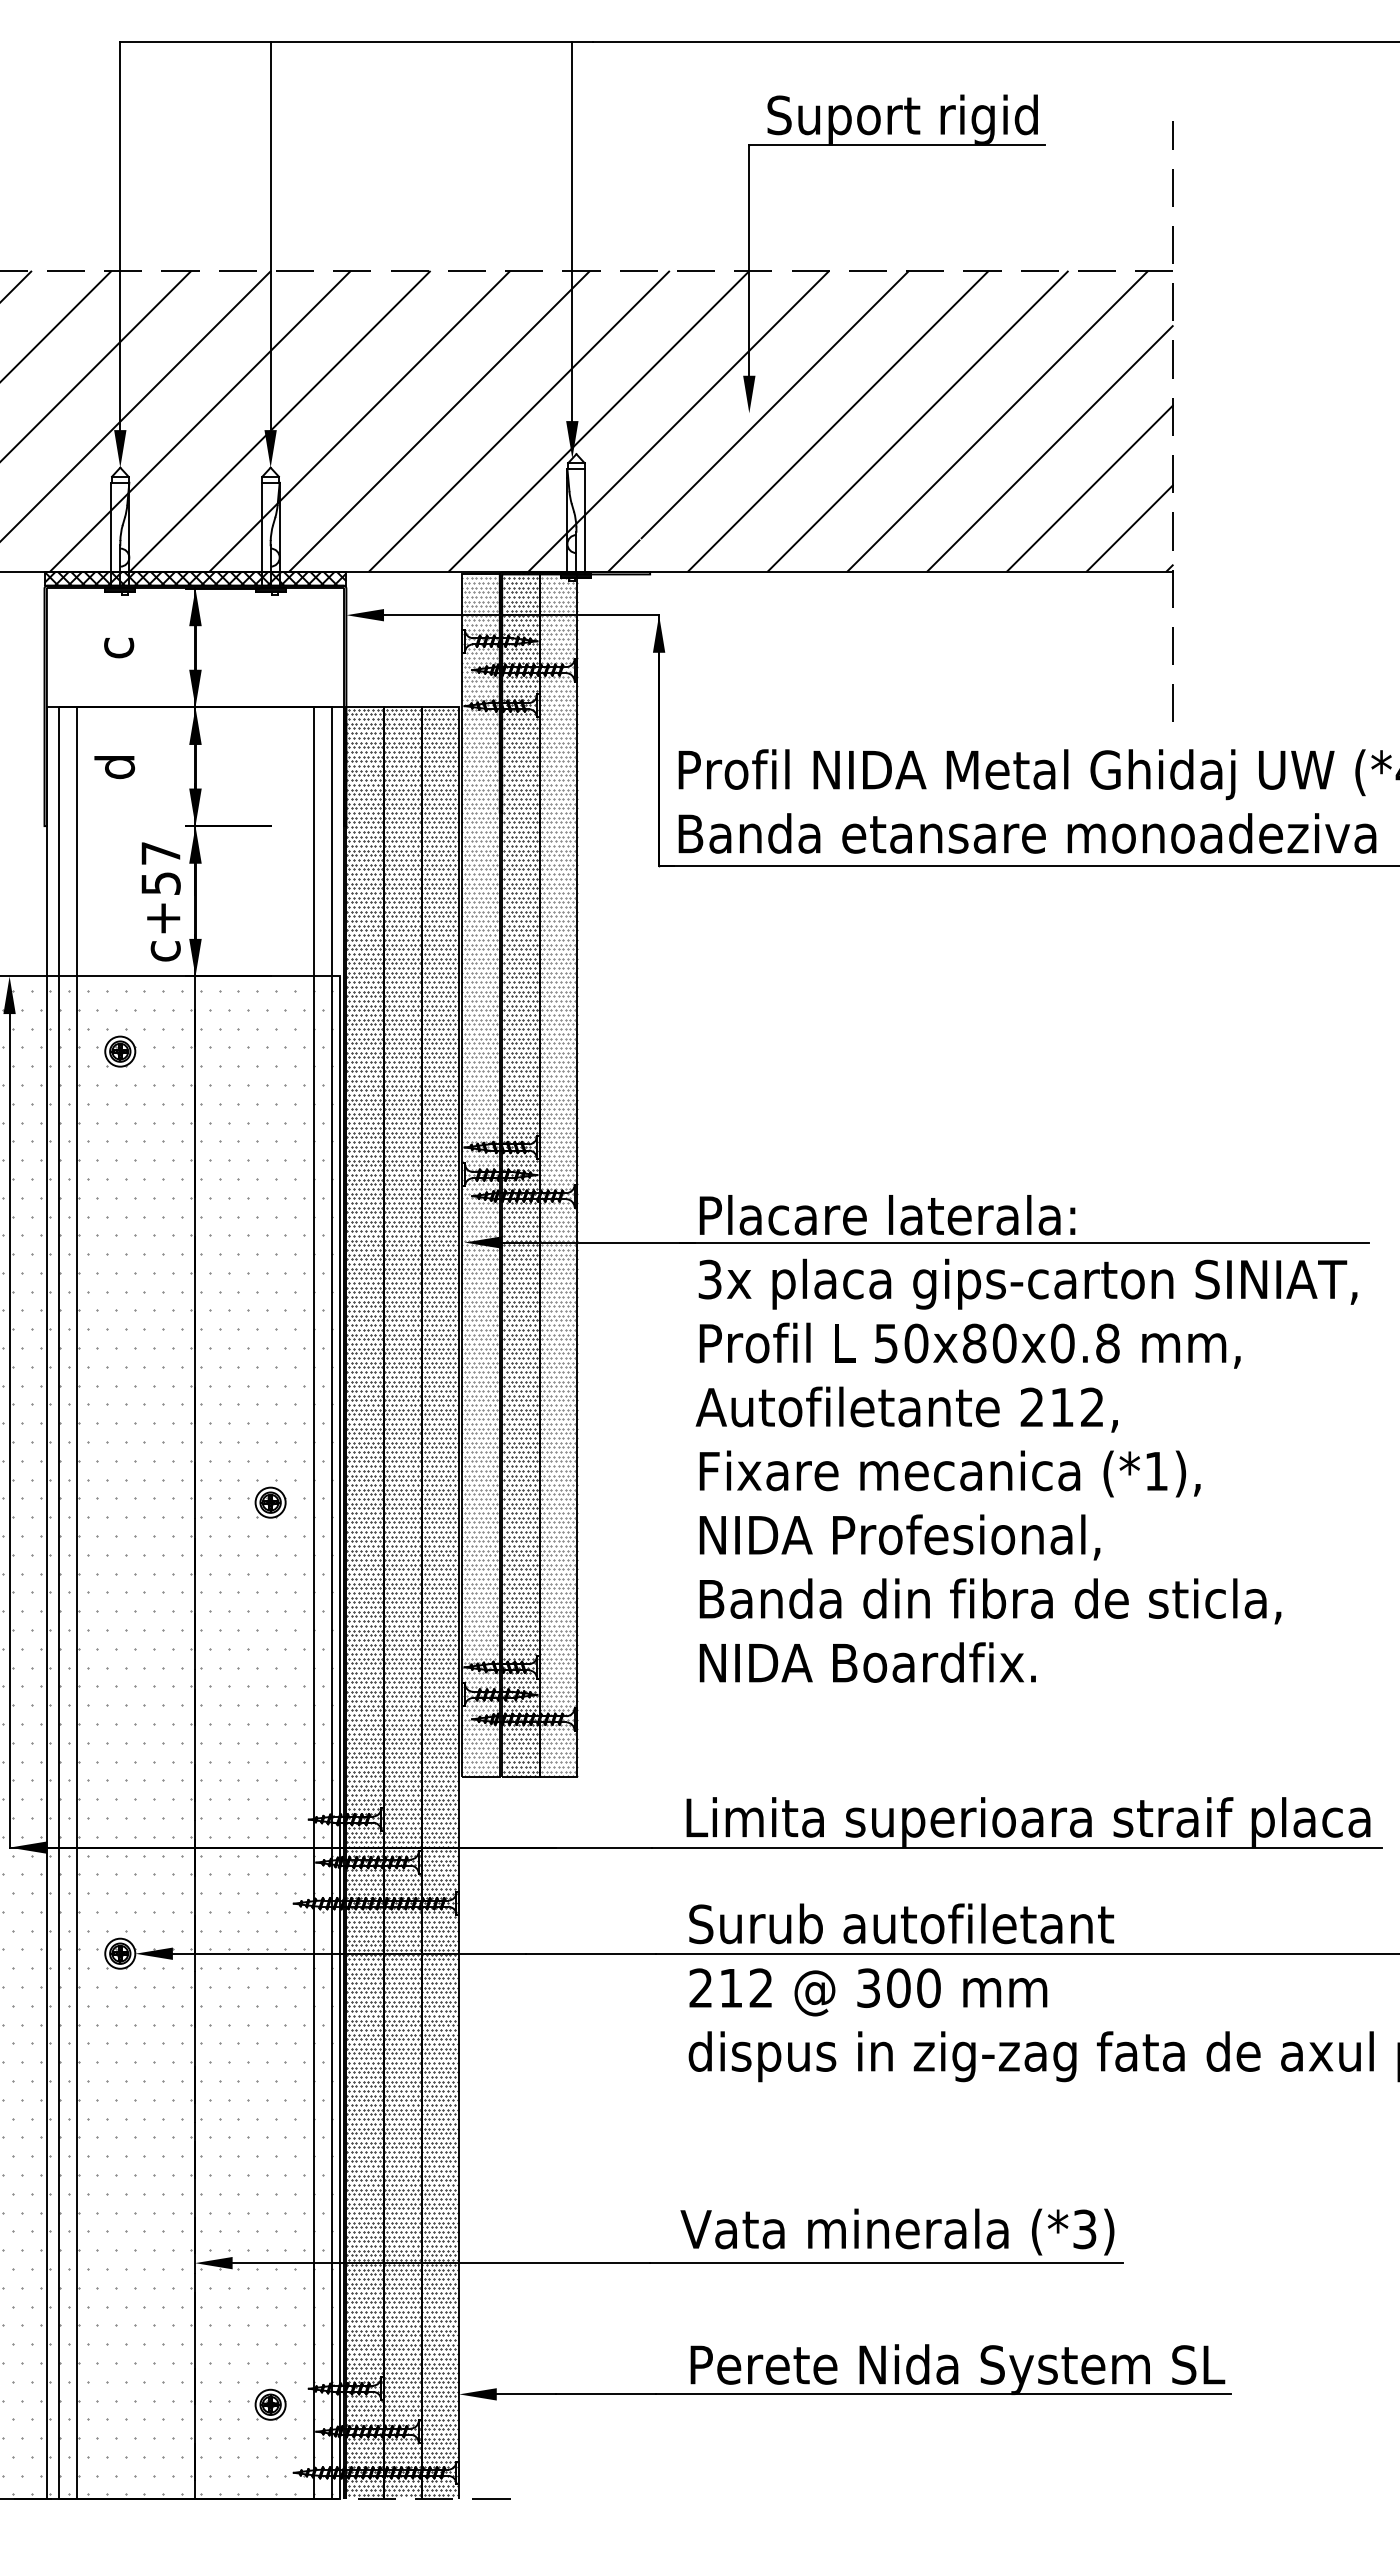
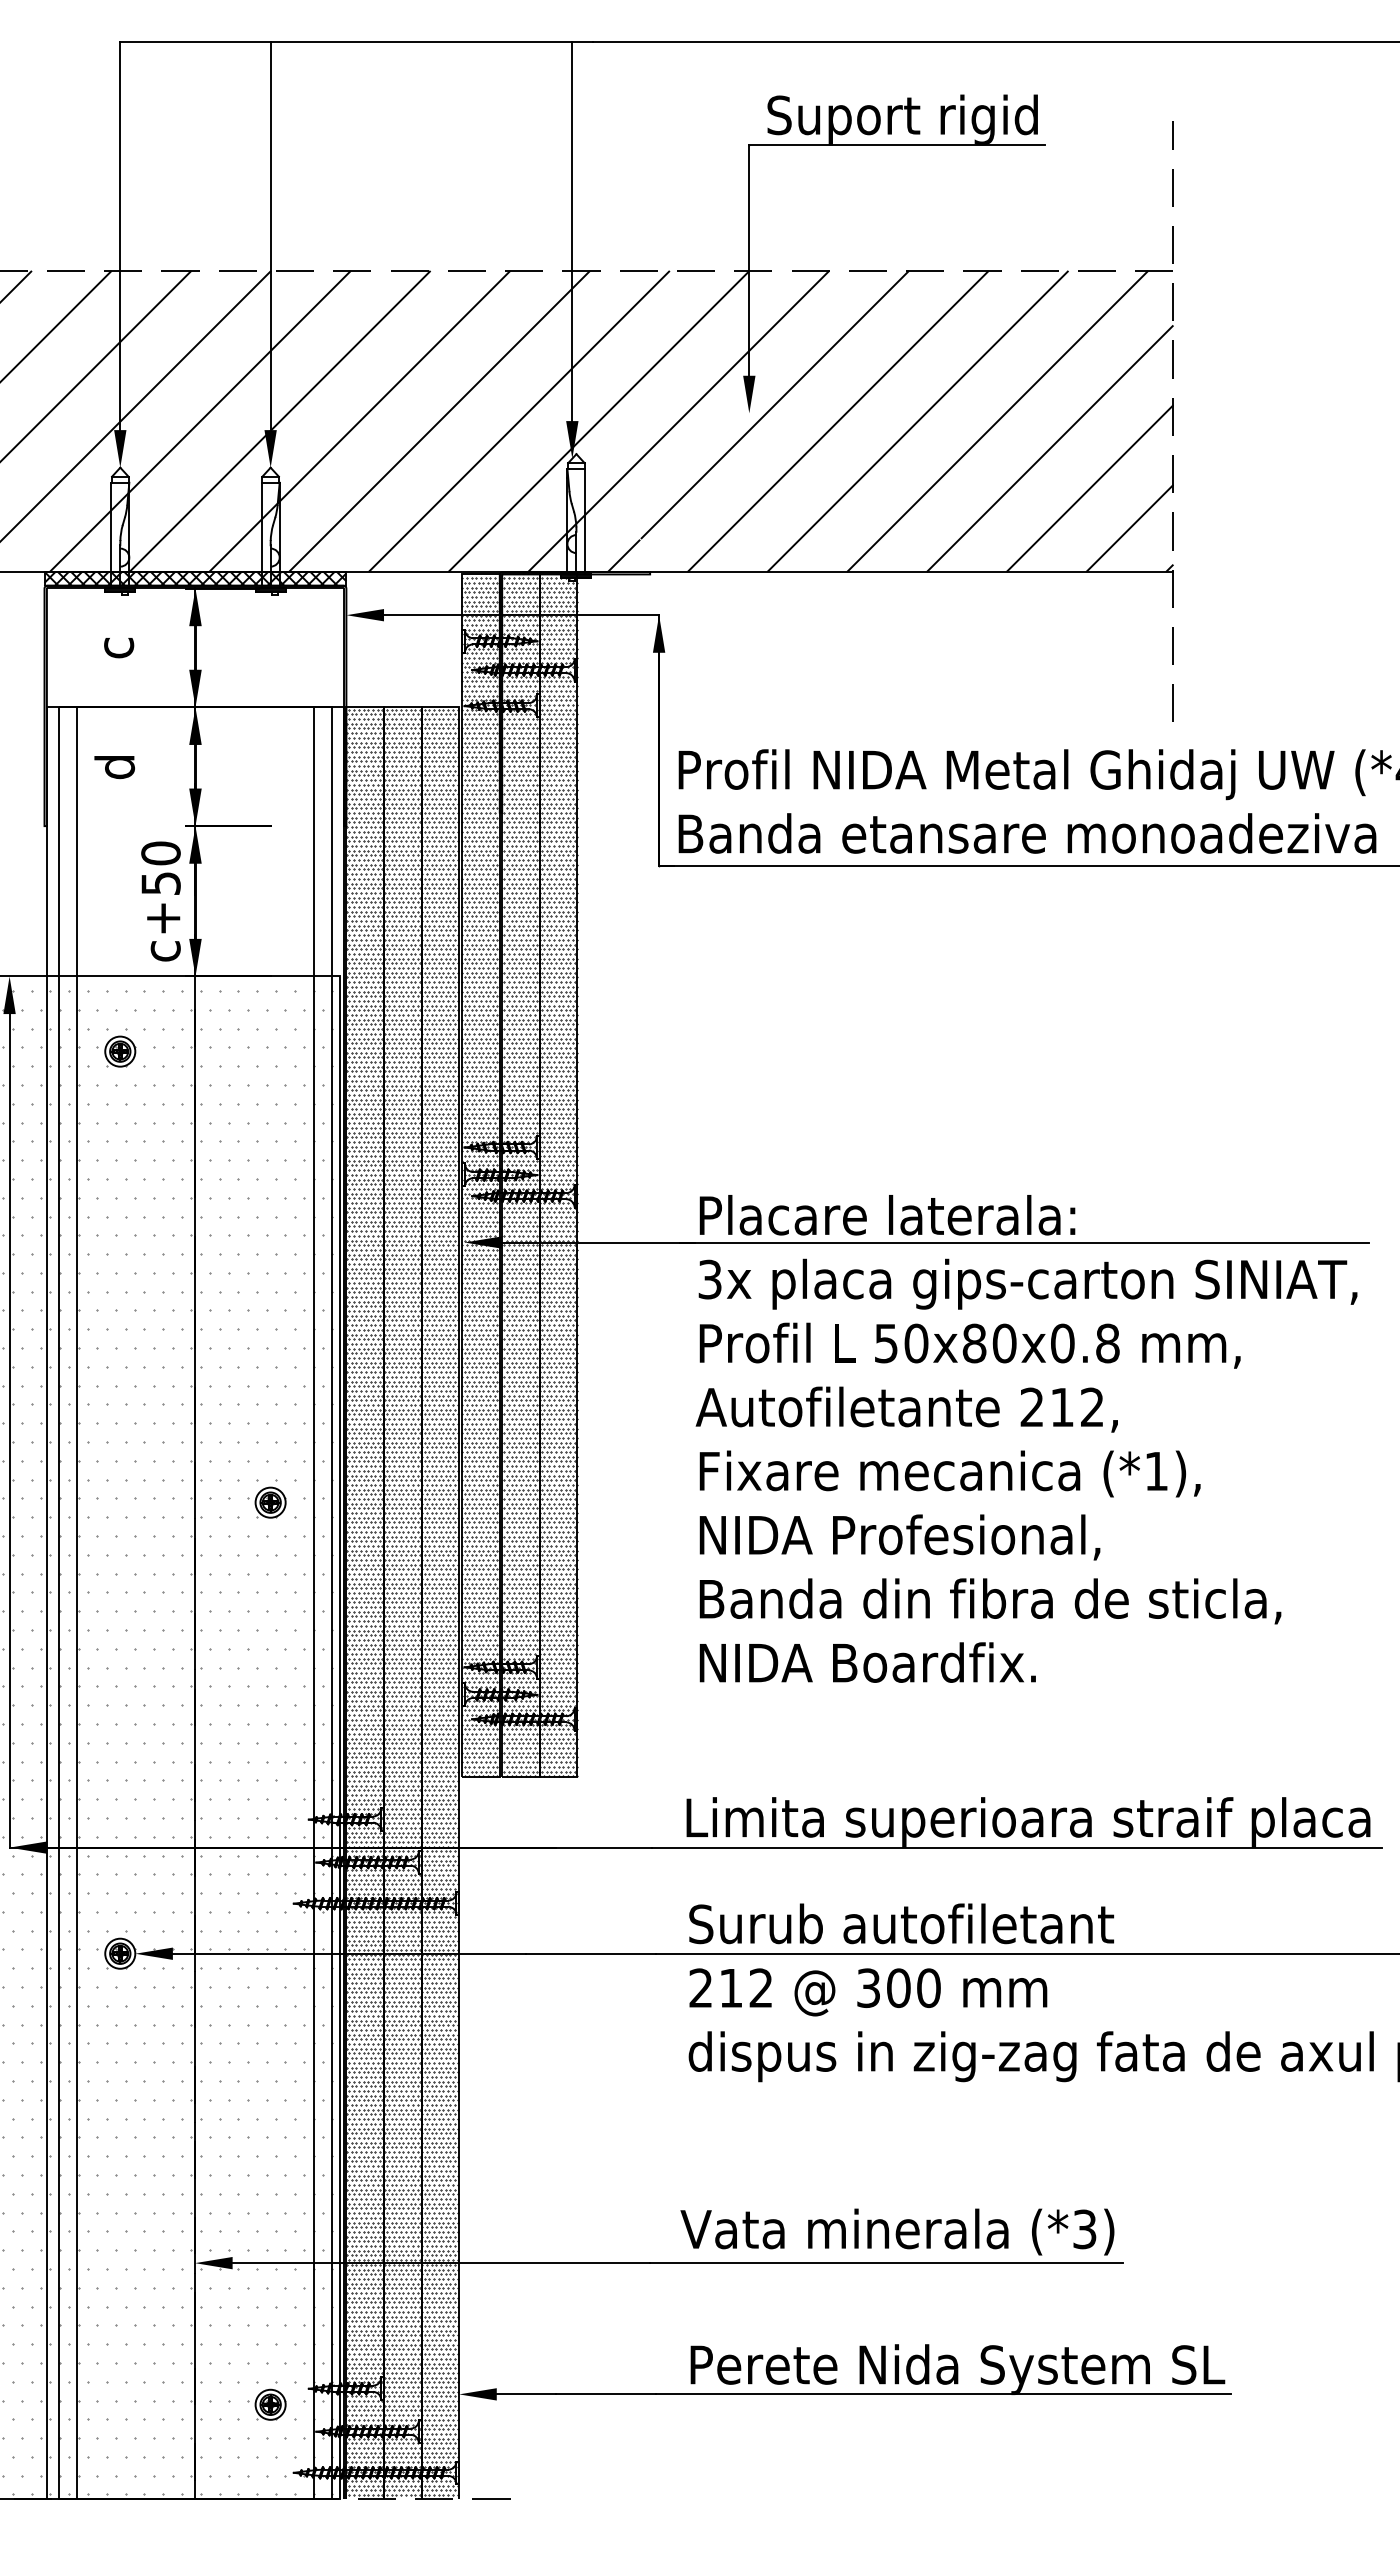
text at (160, 853): c+57 -> c+50
hatch at (479, 1177): none -> present
hatch at (559, 1177): none -> present
